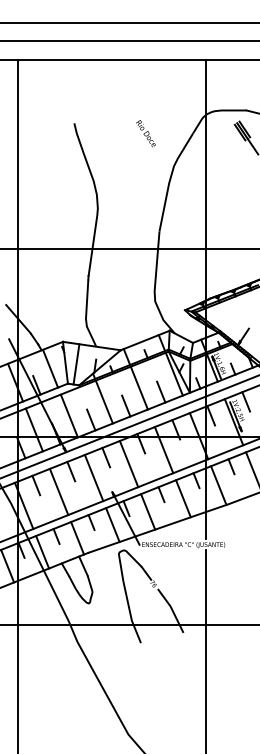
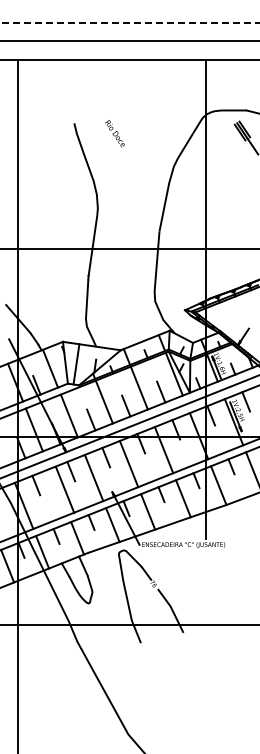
line at (129, 22): solid -> dashed
text at (145, 133) position: (145, 133) -> (114, 133)
line at (58, 491) position: (58, 491) -> (64, 489)
line at (205, 650): present -> none
